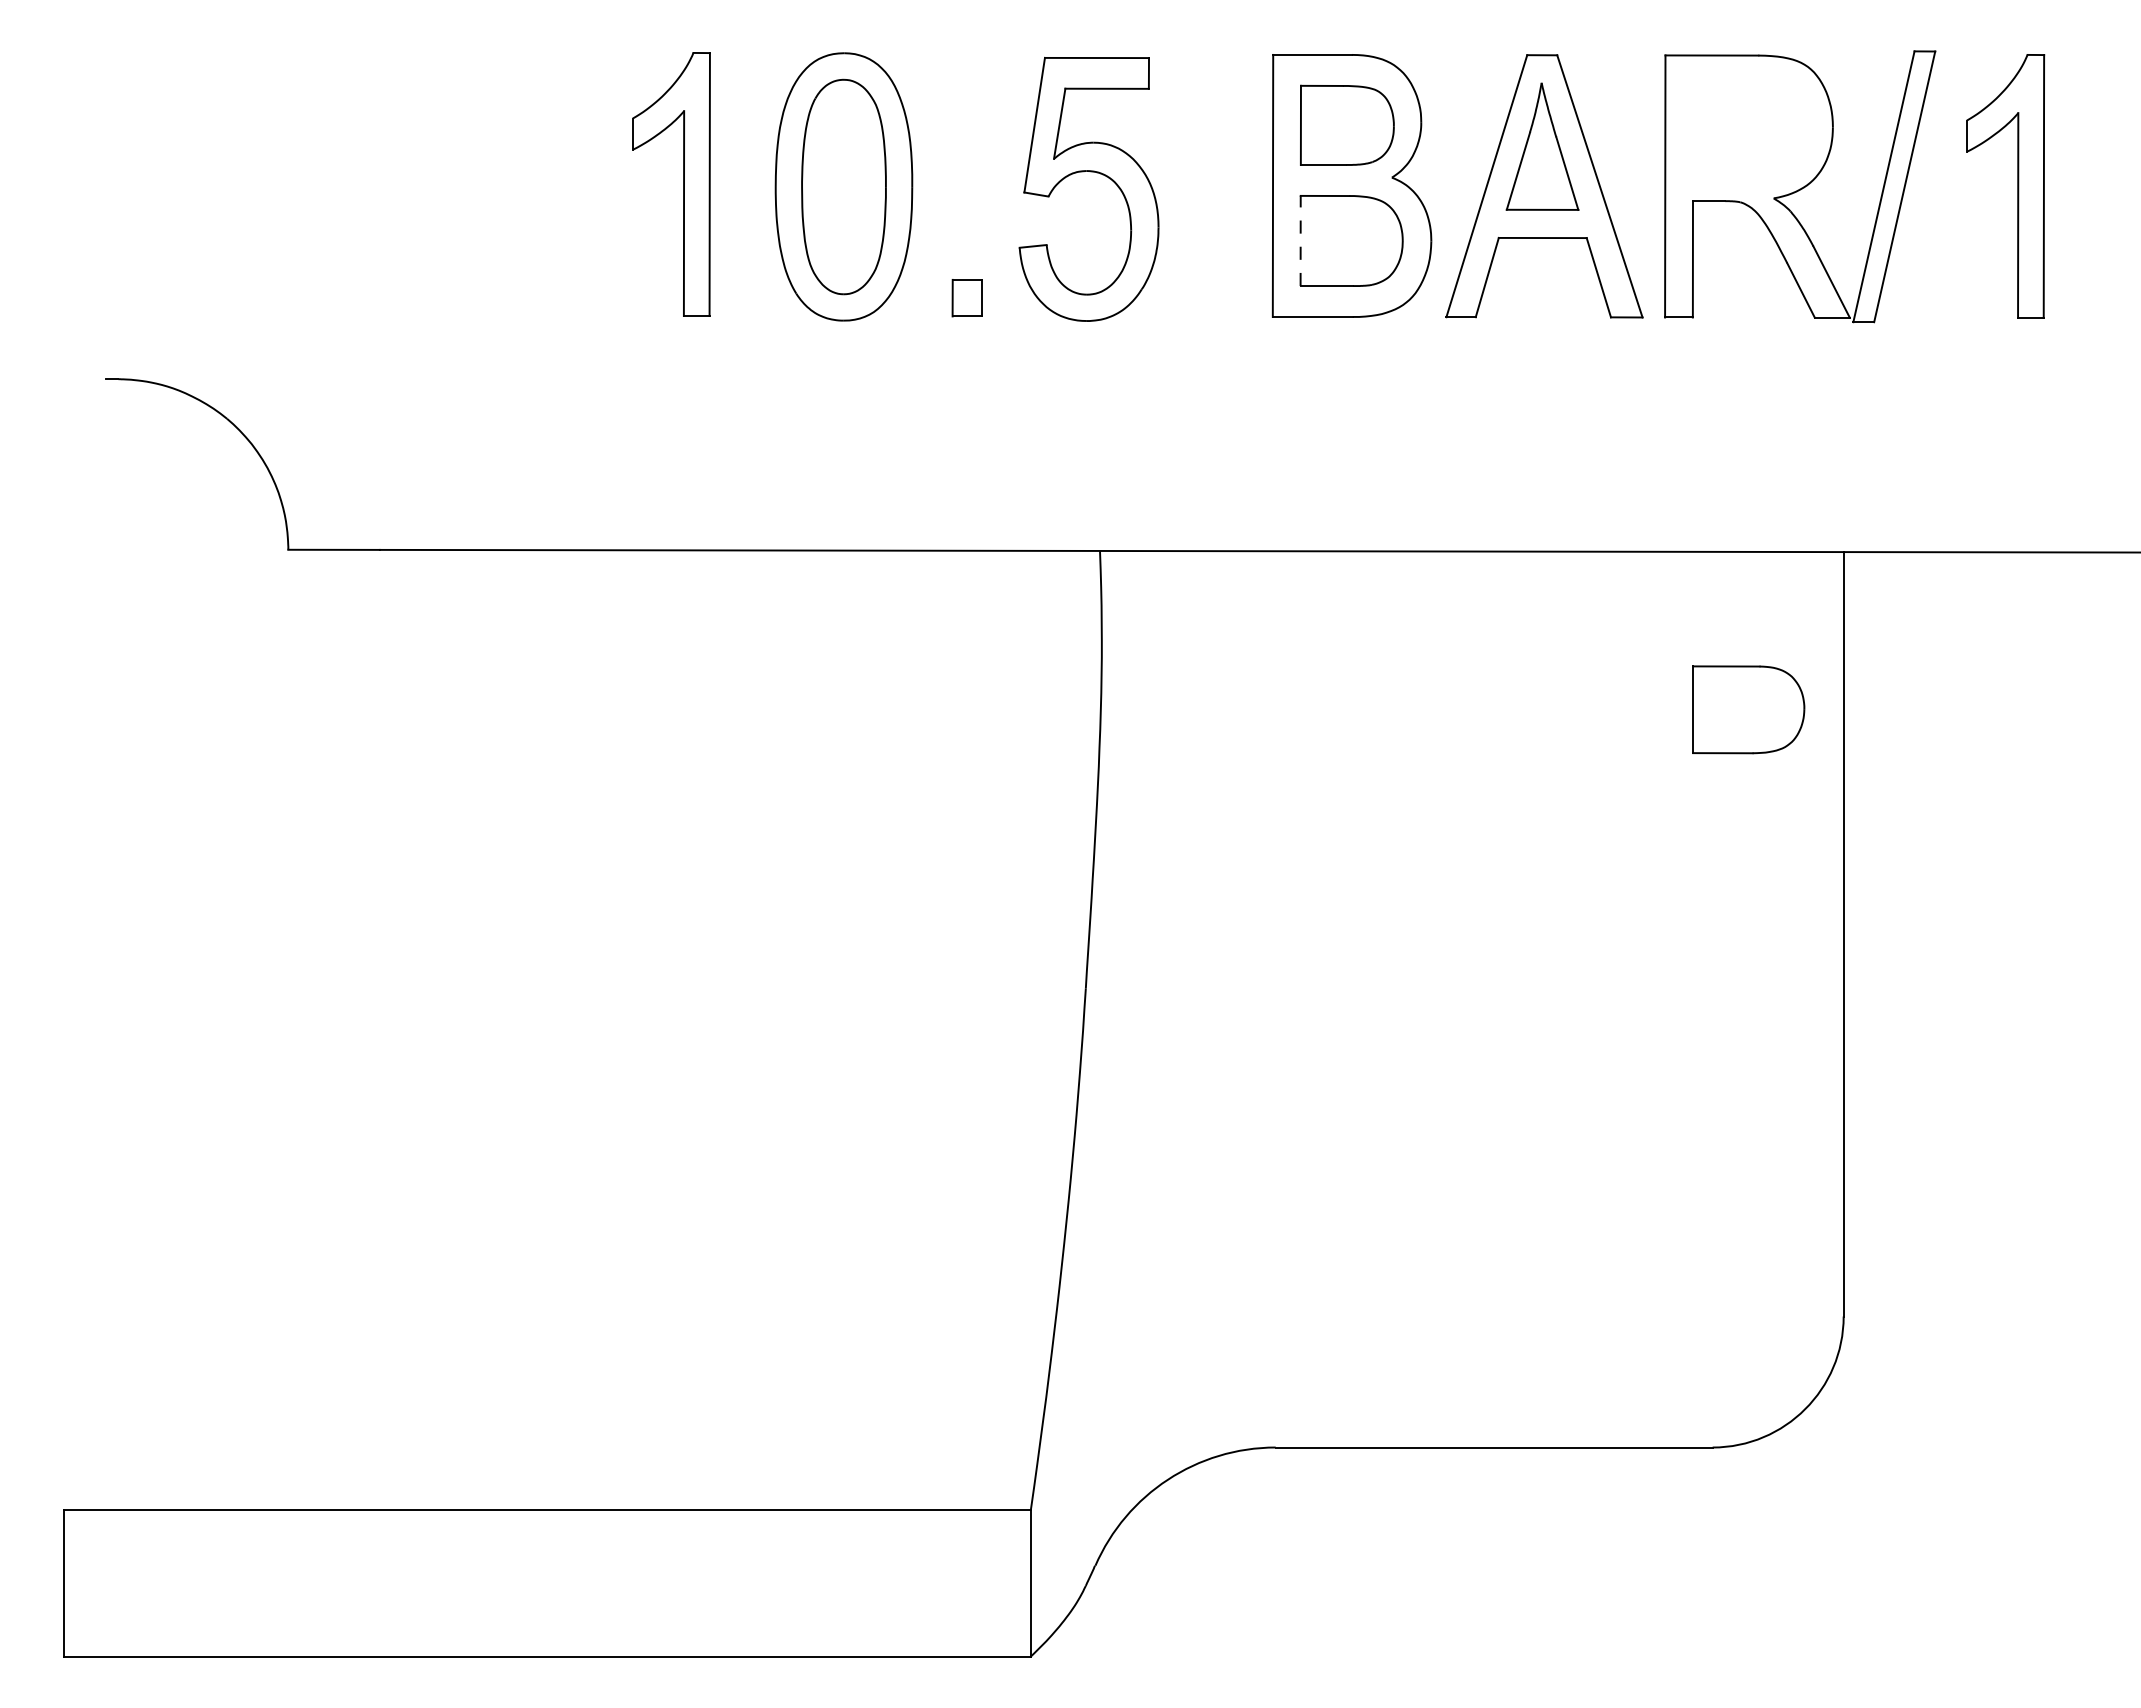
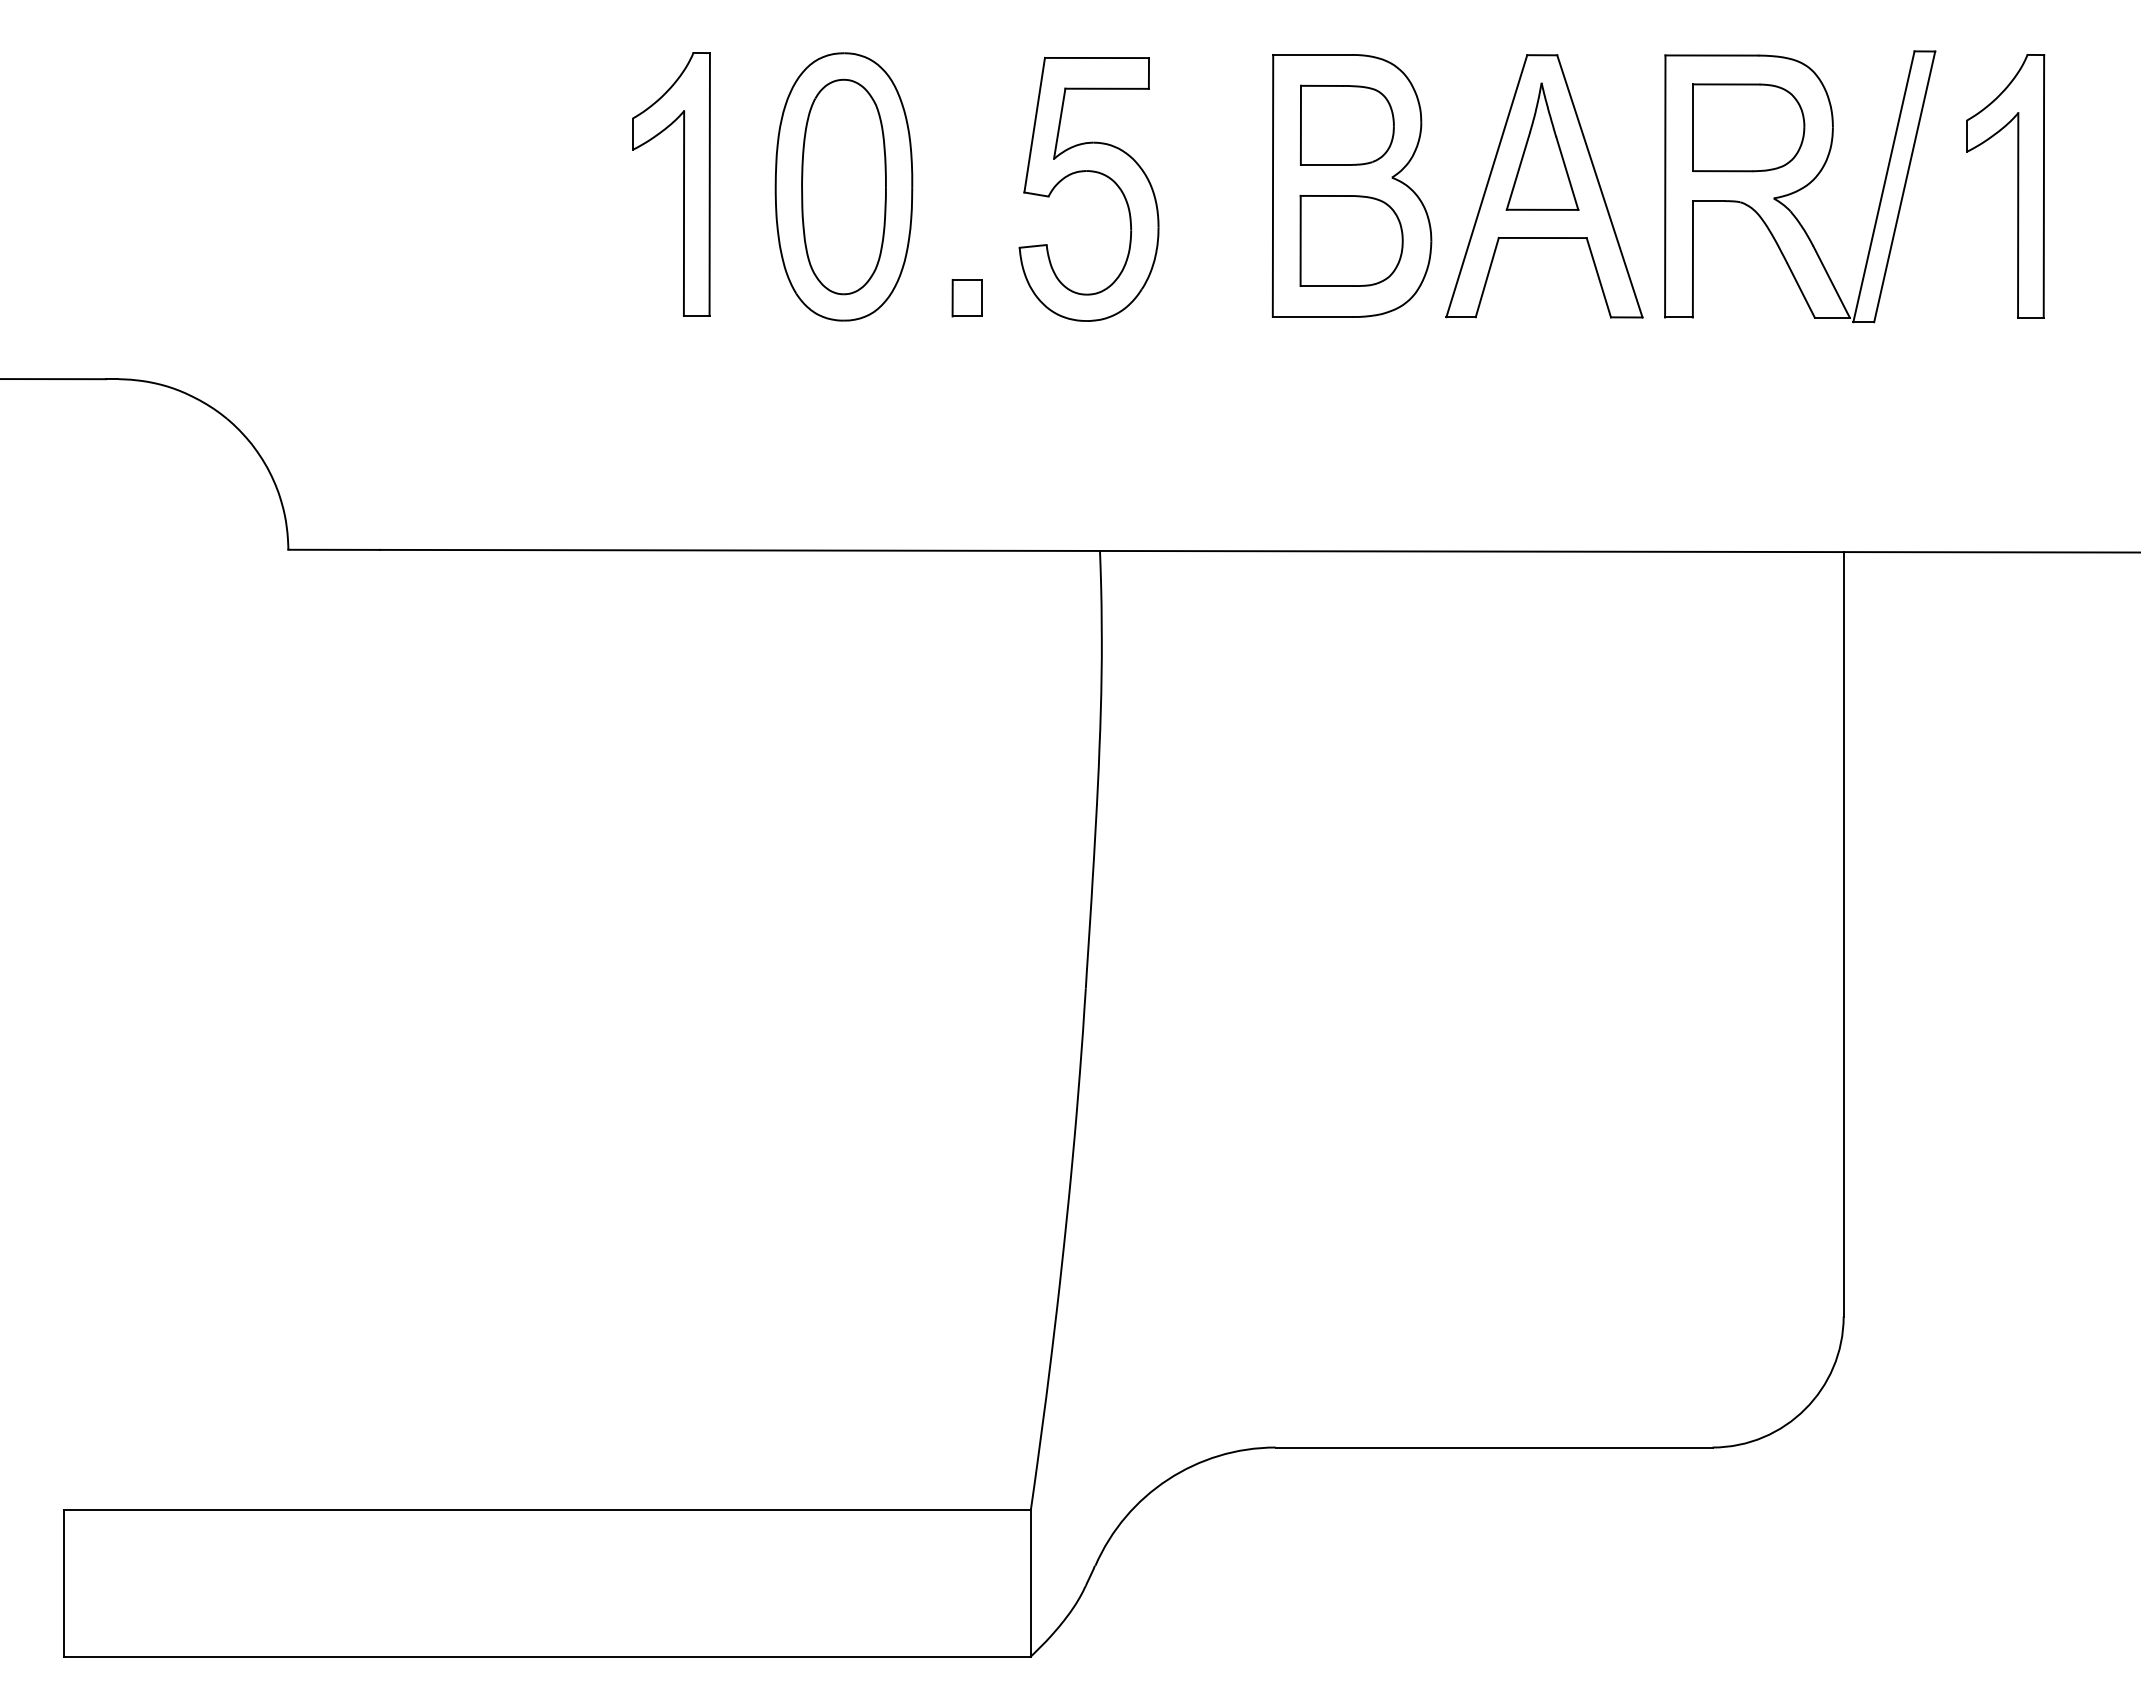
line at (1300, 240): dashed -> solid
line at (54, 379): none -> present
part at (1748, 709) position: (1748, 709) -> (1748, 127)
